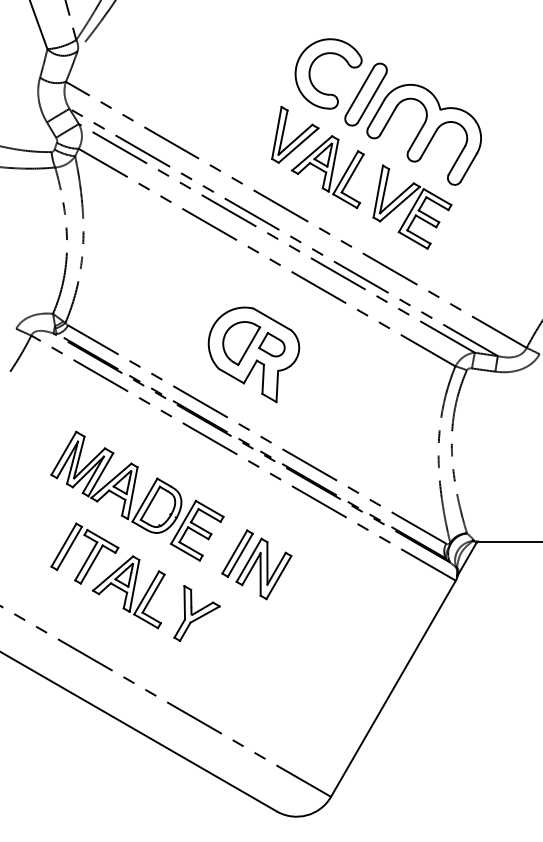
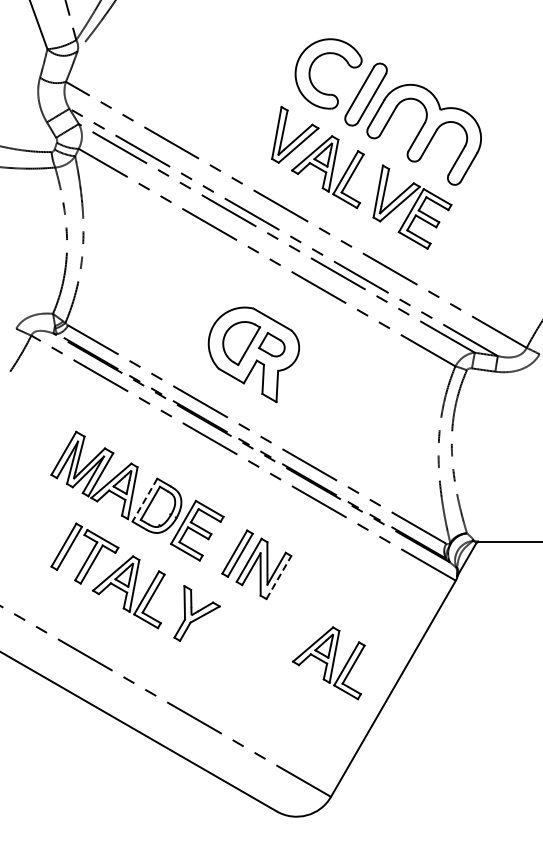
line at (144, 500): solid -> dashed
line at (278, 577): solid -> dashed
part at (328, 663): none -> present
